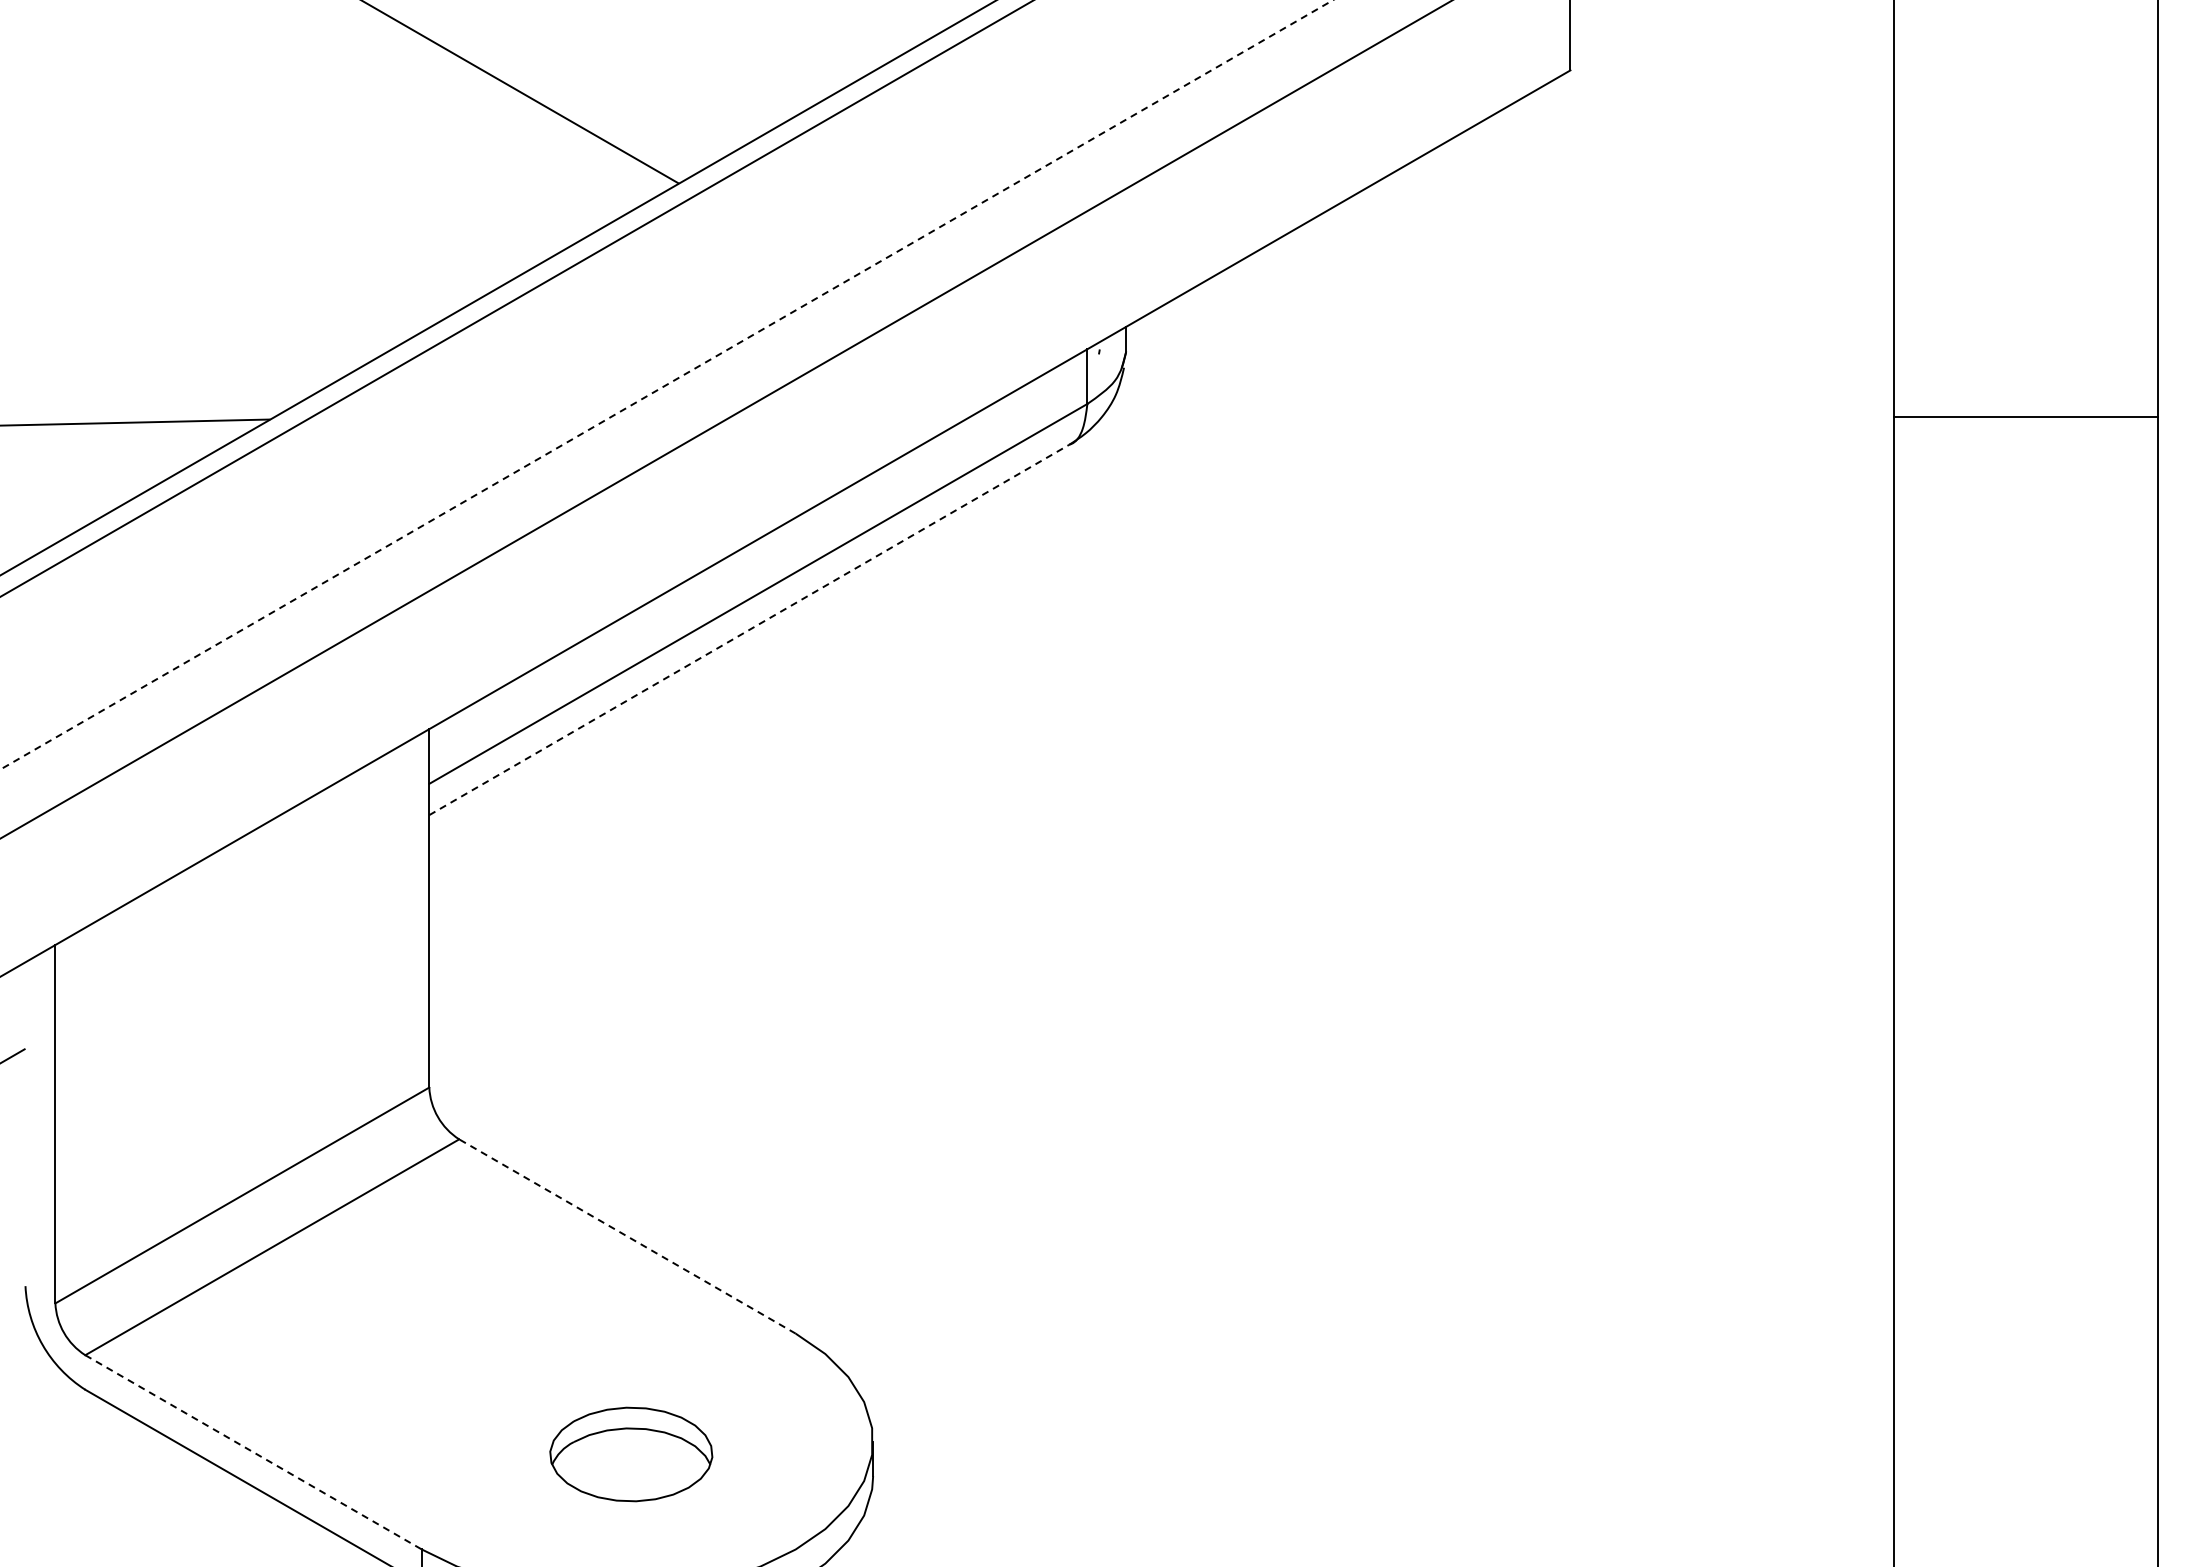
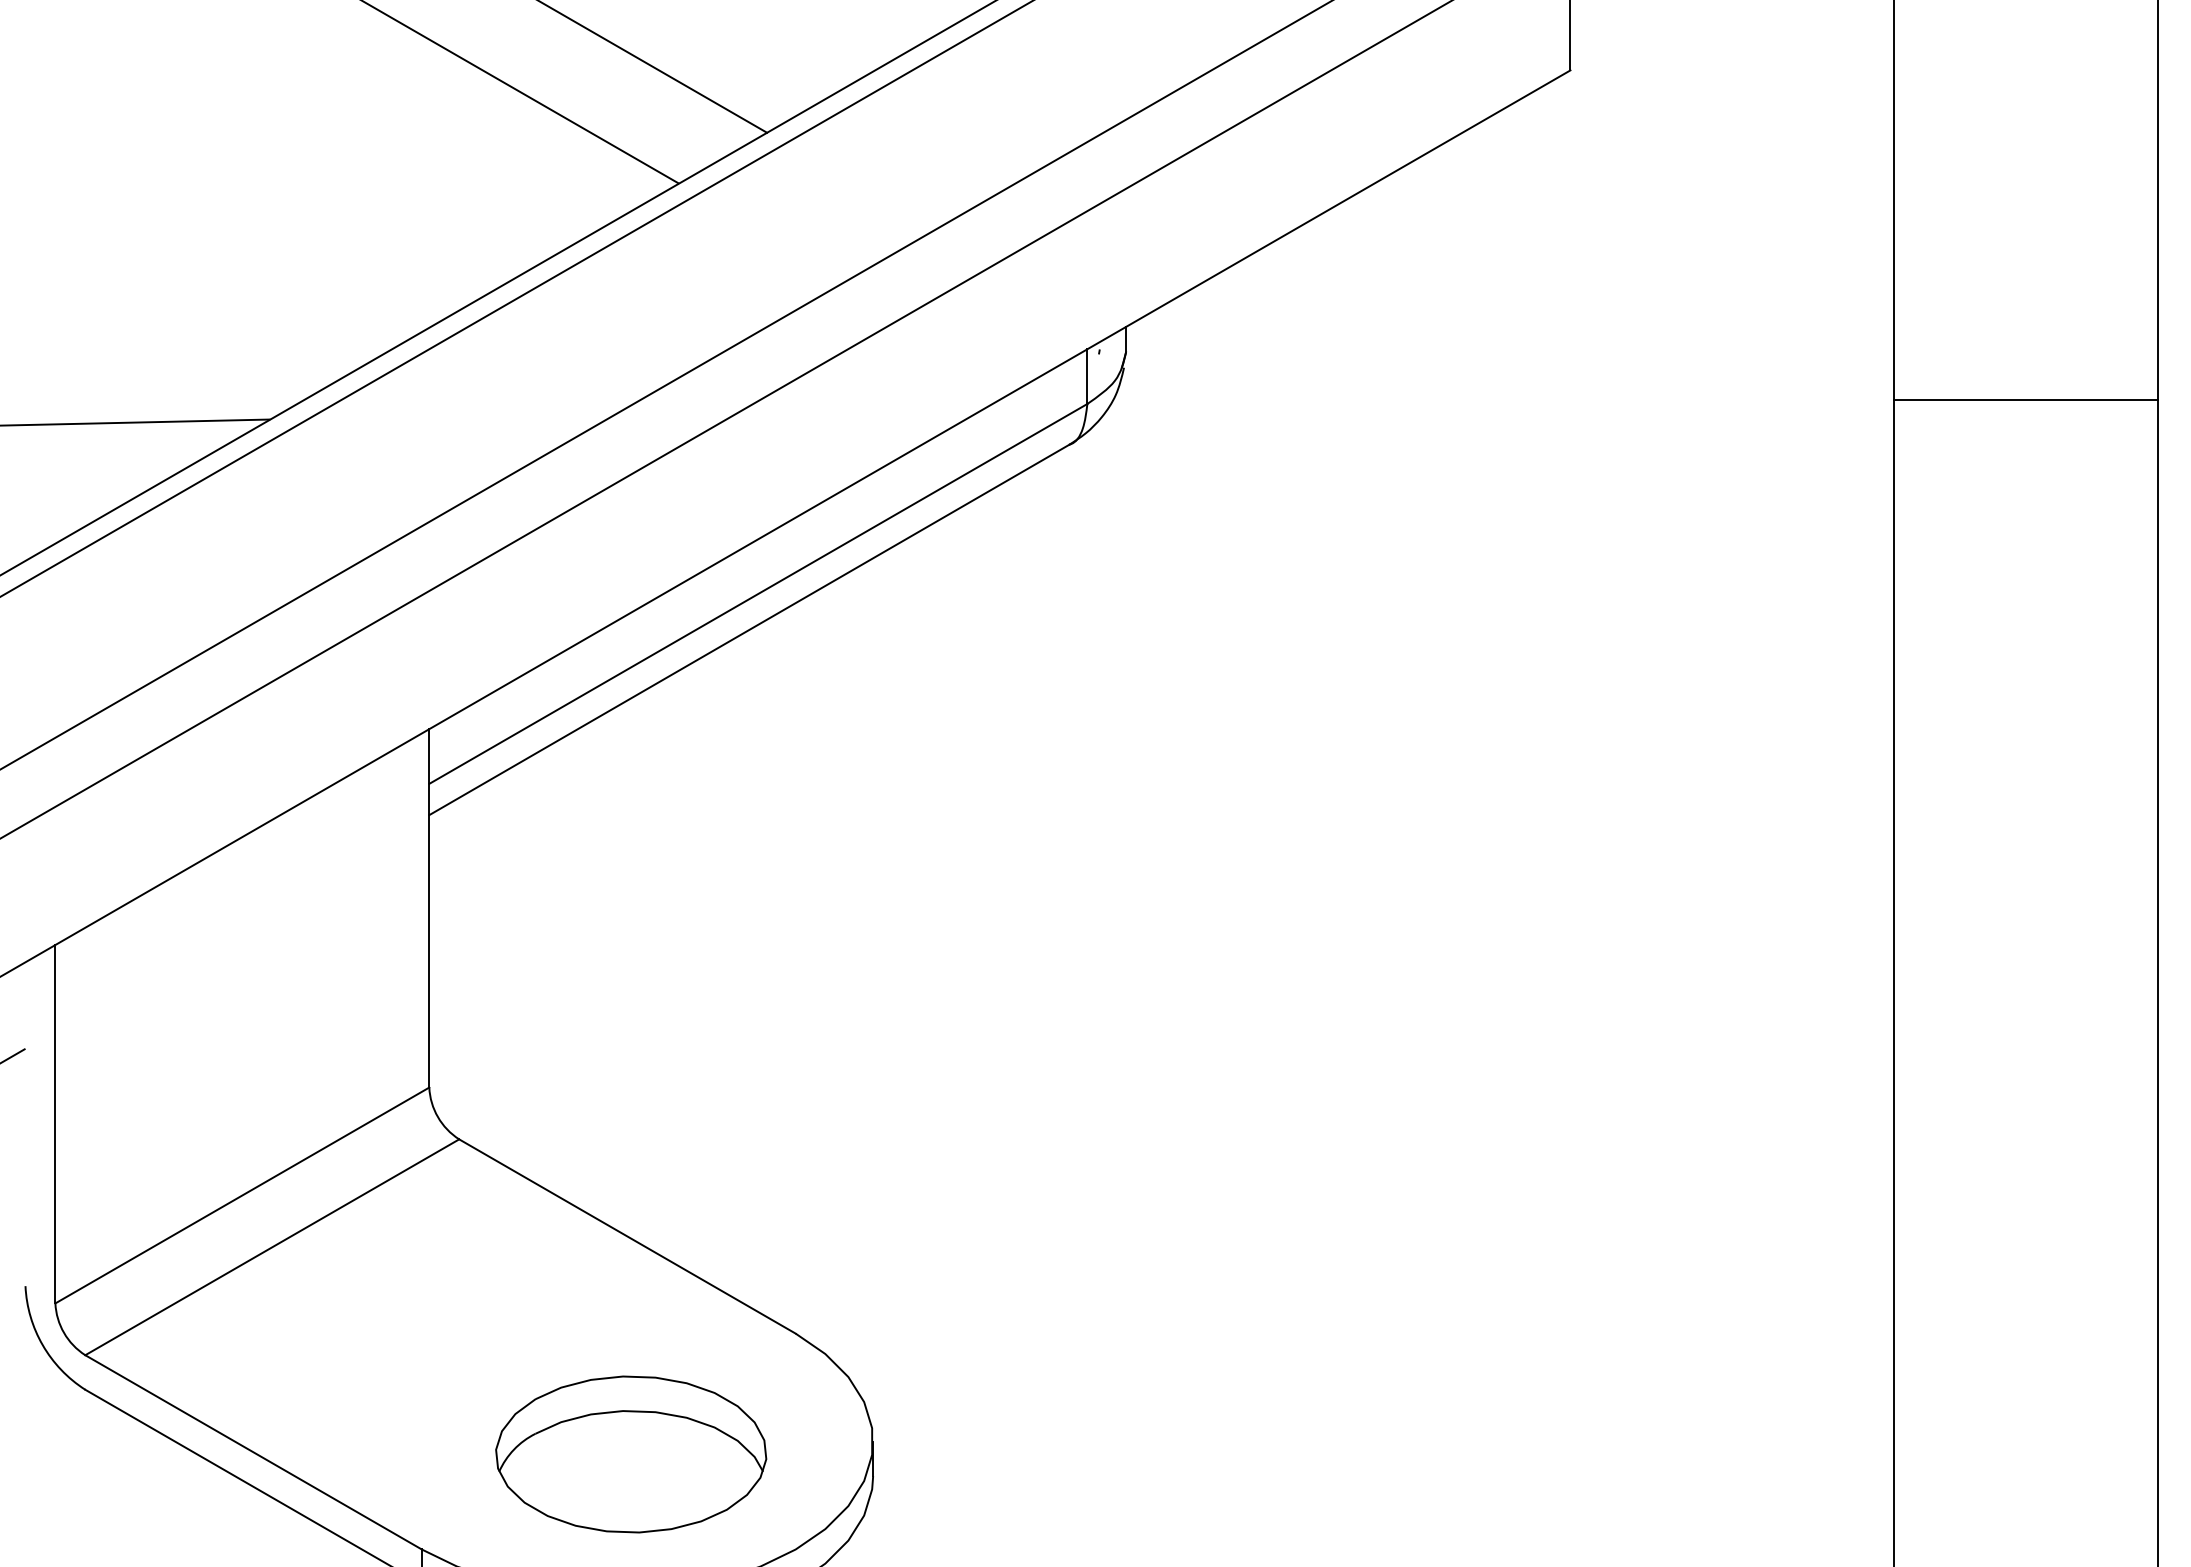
line at (654, 67): none -> present
line at (667, 384): dashed -> solid
line at (2025, 416) position: (2025, 416) -> (2025, 399)
line at (749, 630): dashed -> solid
line at (627, 1236): dashed -> solid
line at (254, 1452): dashed -> solid
part at (631, 1454) size: 165x97 px -> 273x159 px
